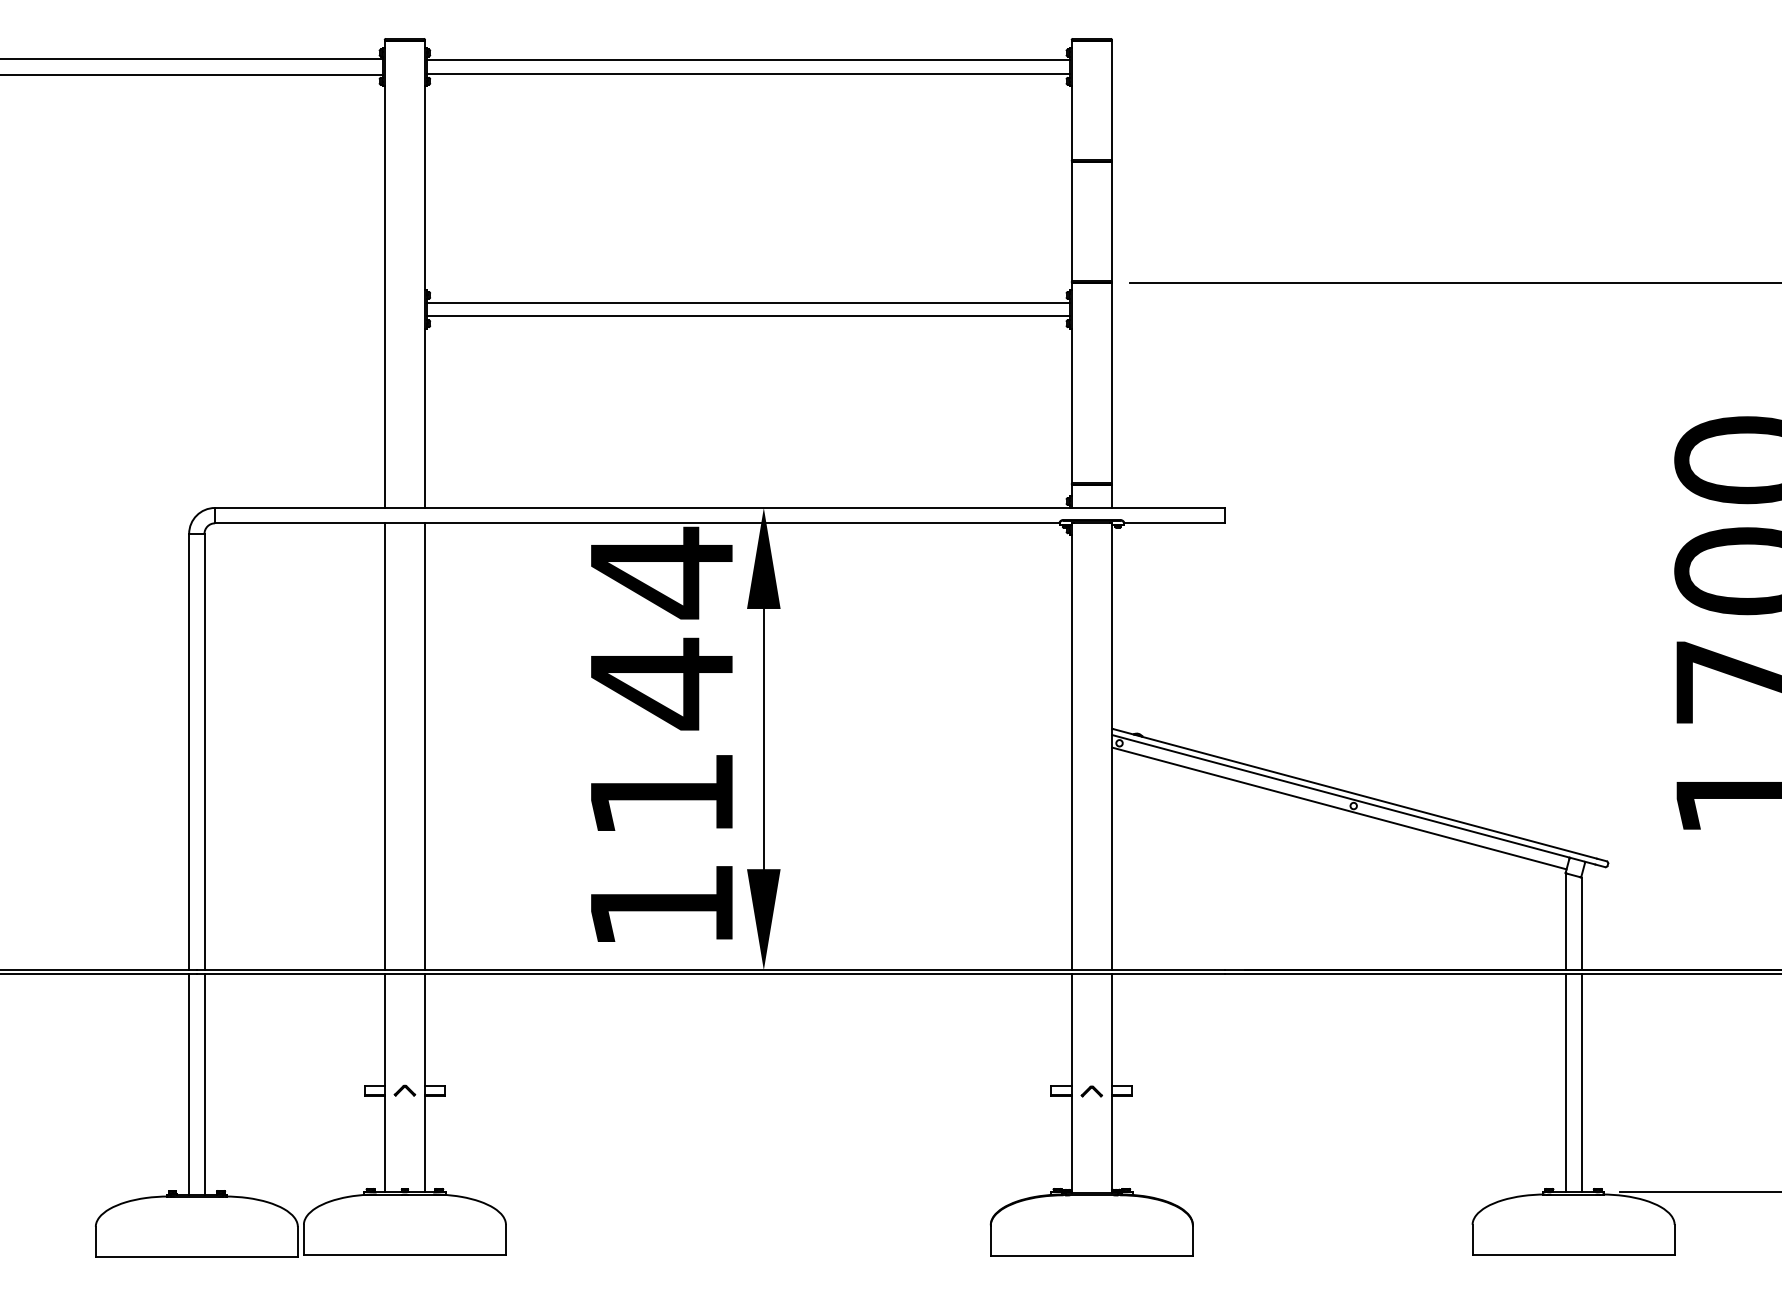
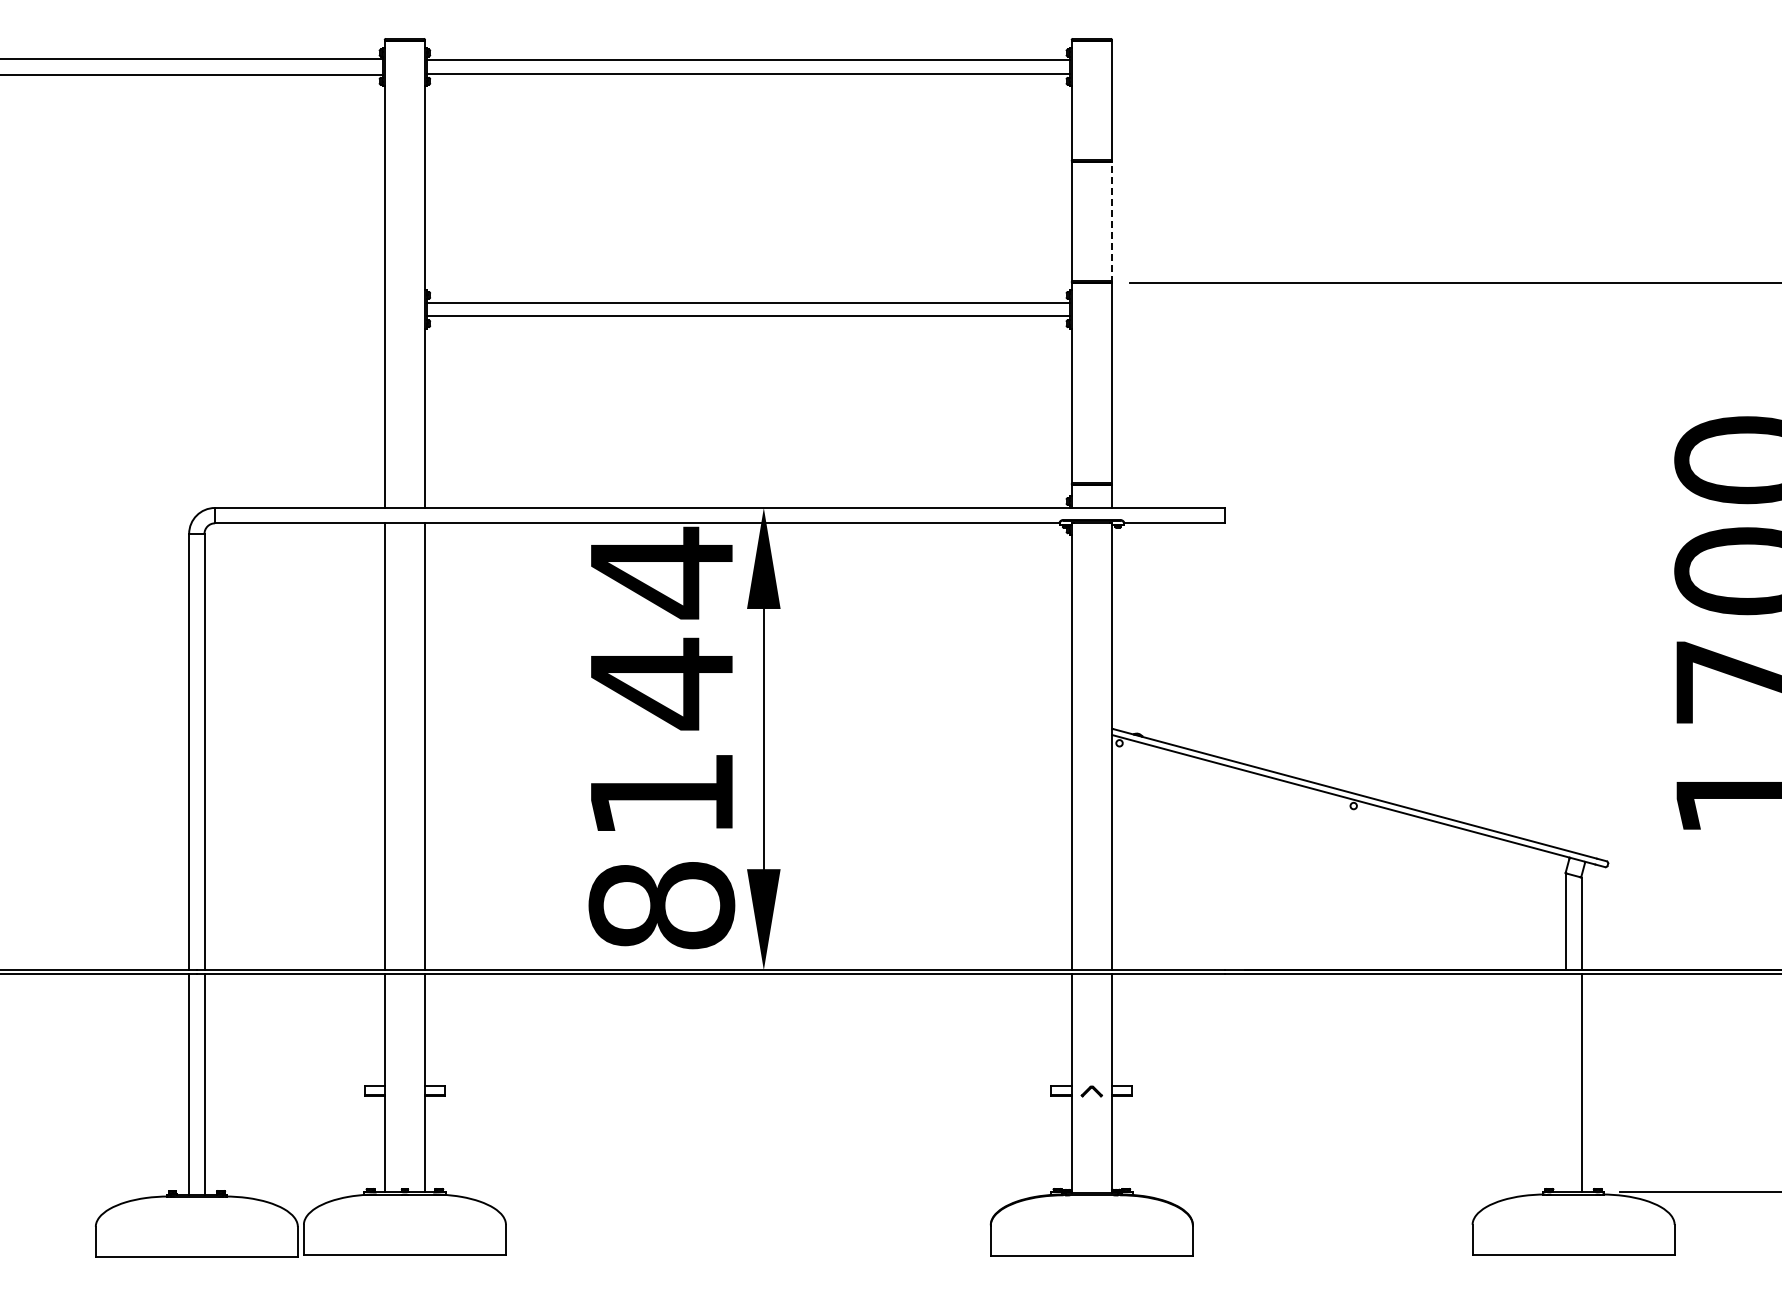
line at (1112, 221): solid -> dashed
line at (1339, 808): present -> none
text at (661, 905): 1144 -> 8144
line at (1565, 1083): present -> none
part at (404, 1090): present -> none
